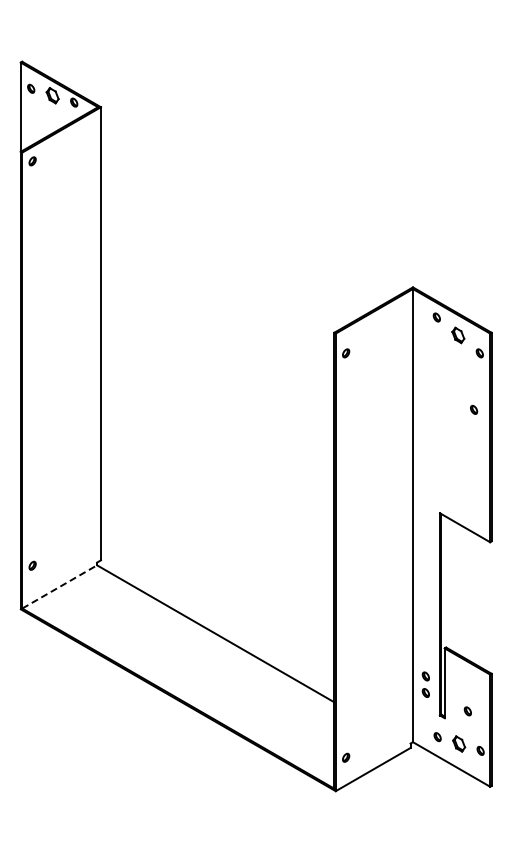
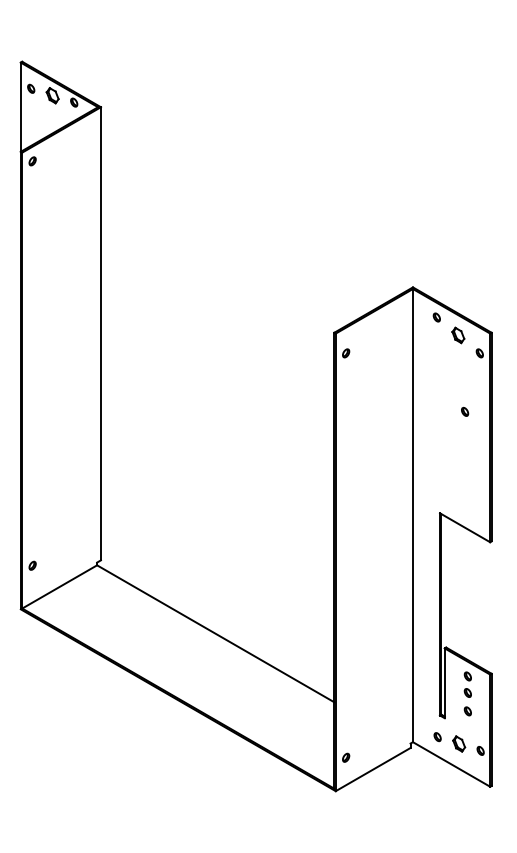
part at (474, 409) position: (474, 409) -> (465, 411)
line at (60, 586): dashed -> solid
part at (425, 684) position: (425, 684) -> (467, 684)
